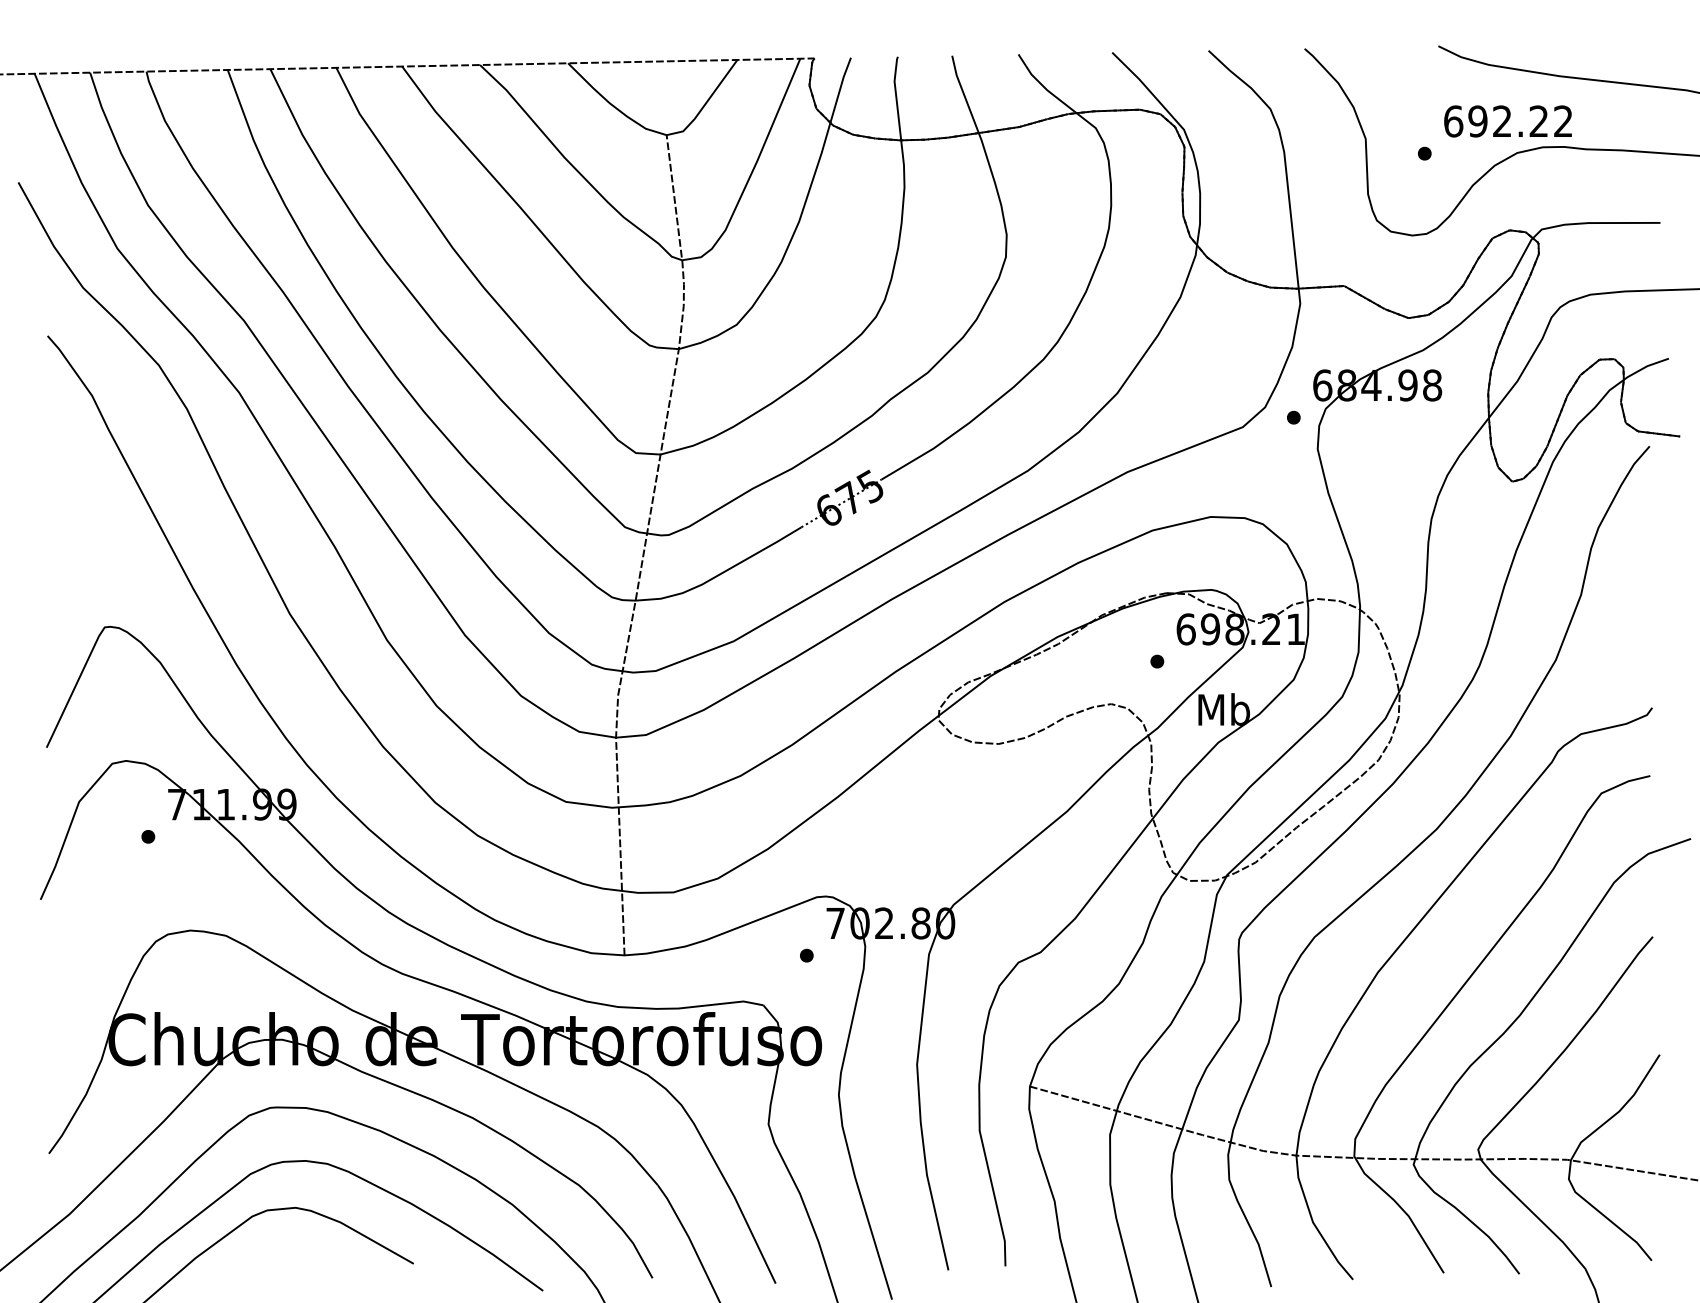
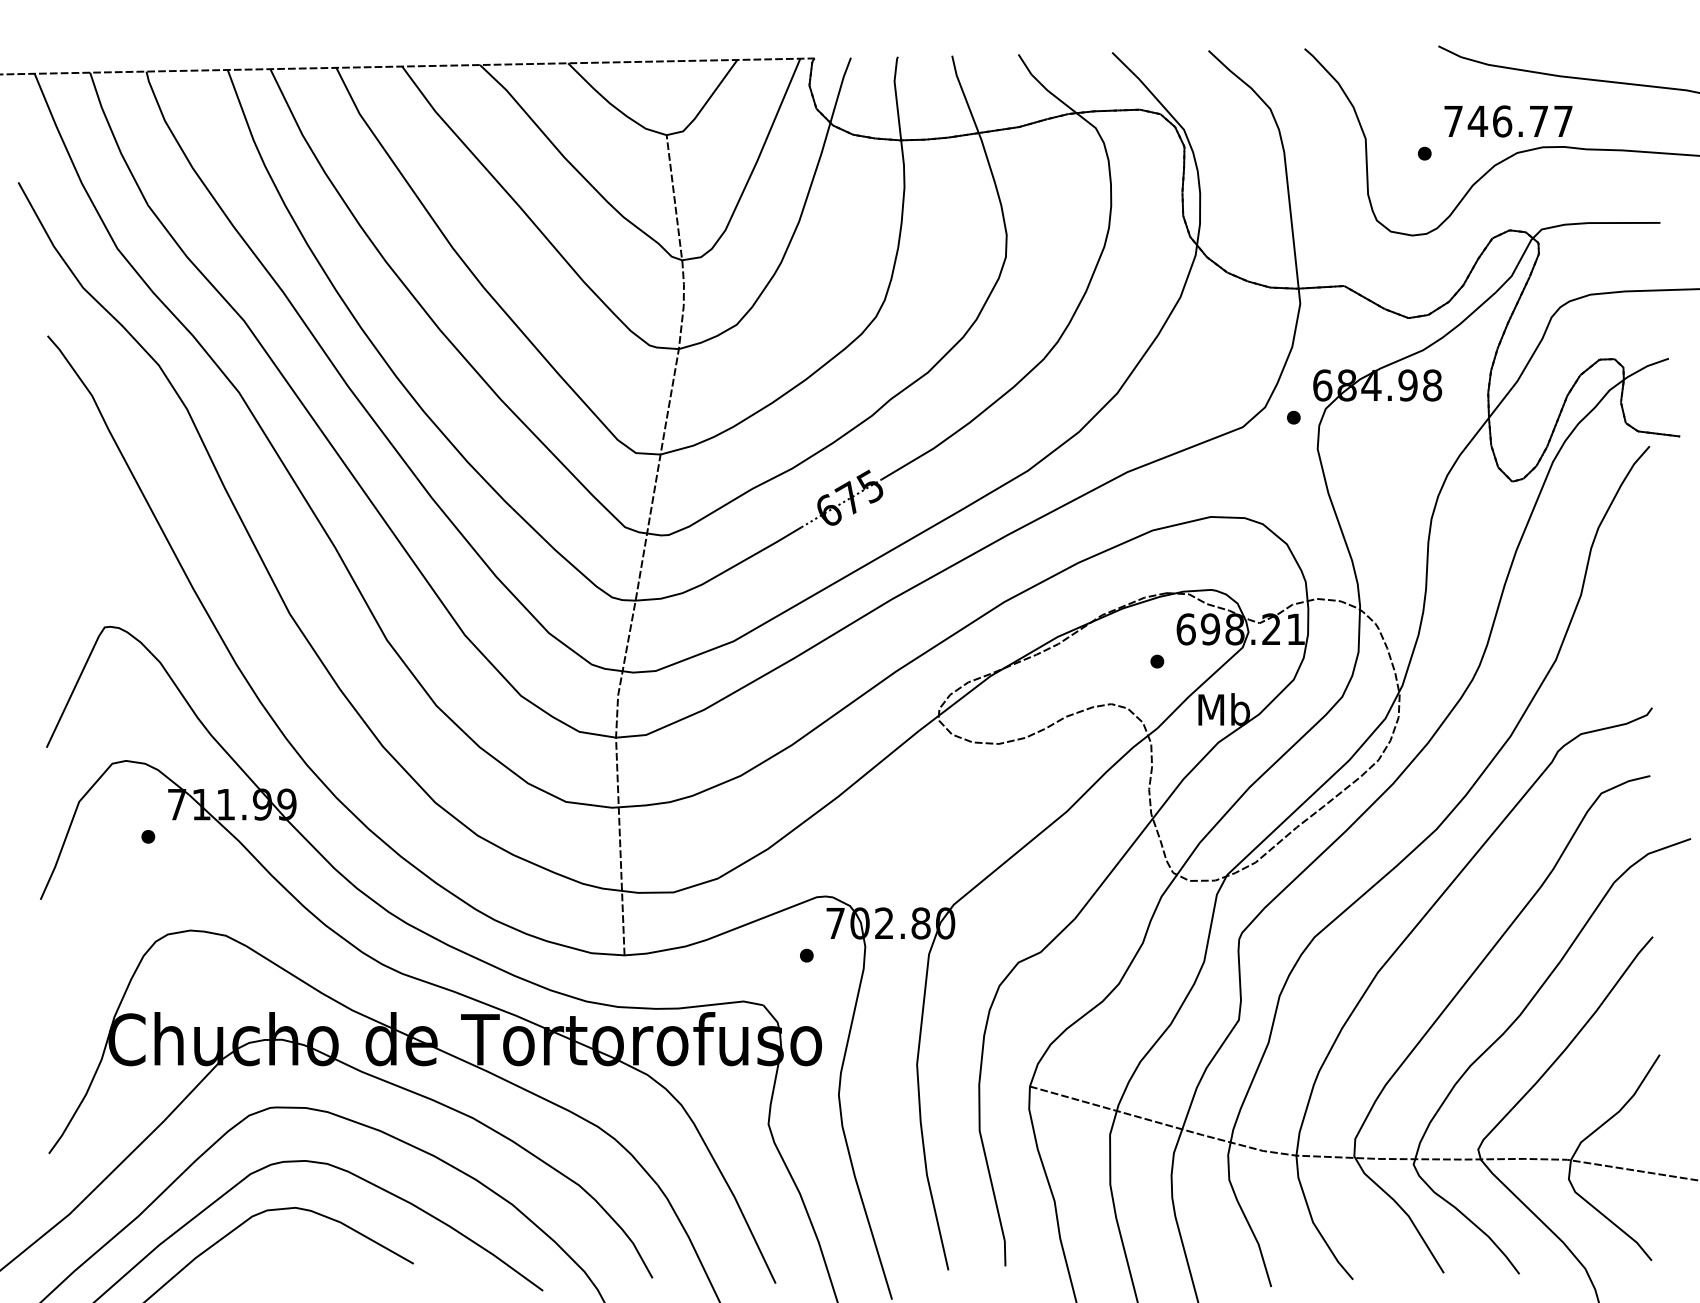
text at (1508, 121): 692.22 -> 746.77
